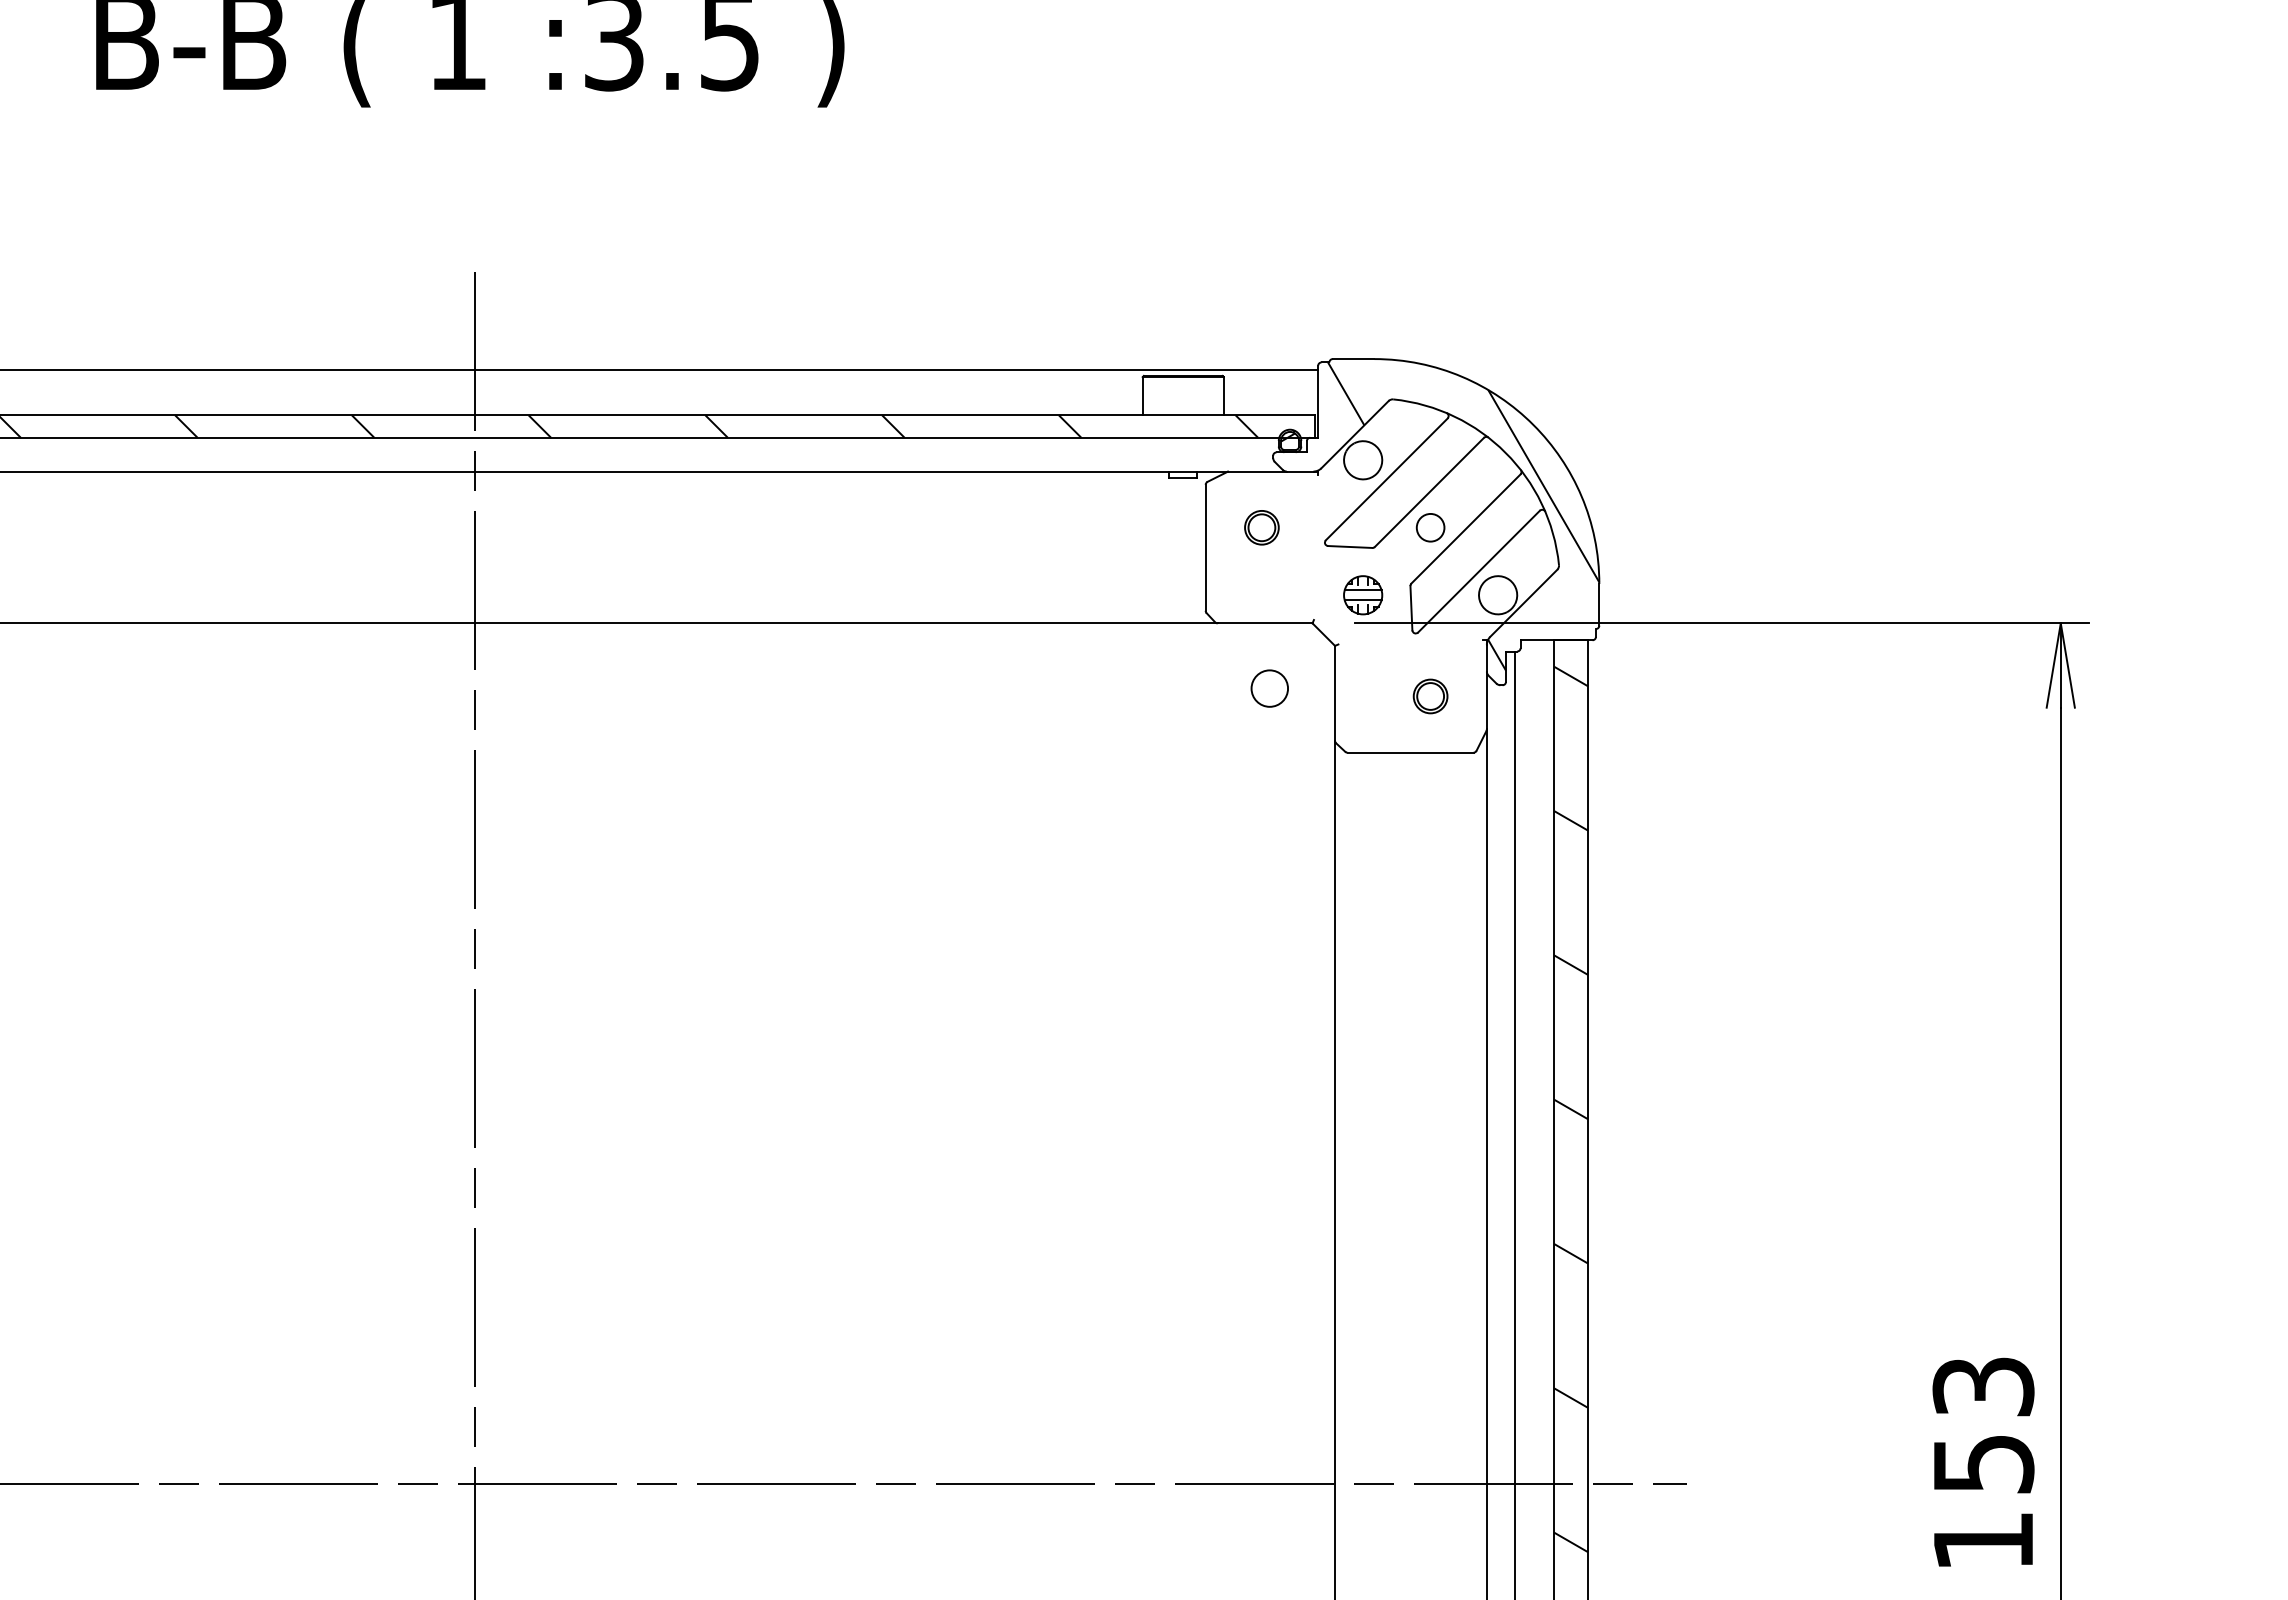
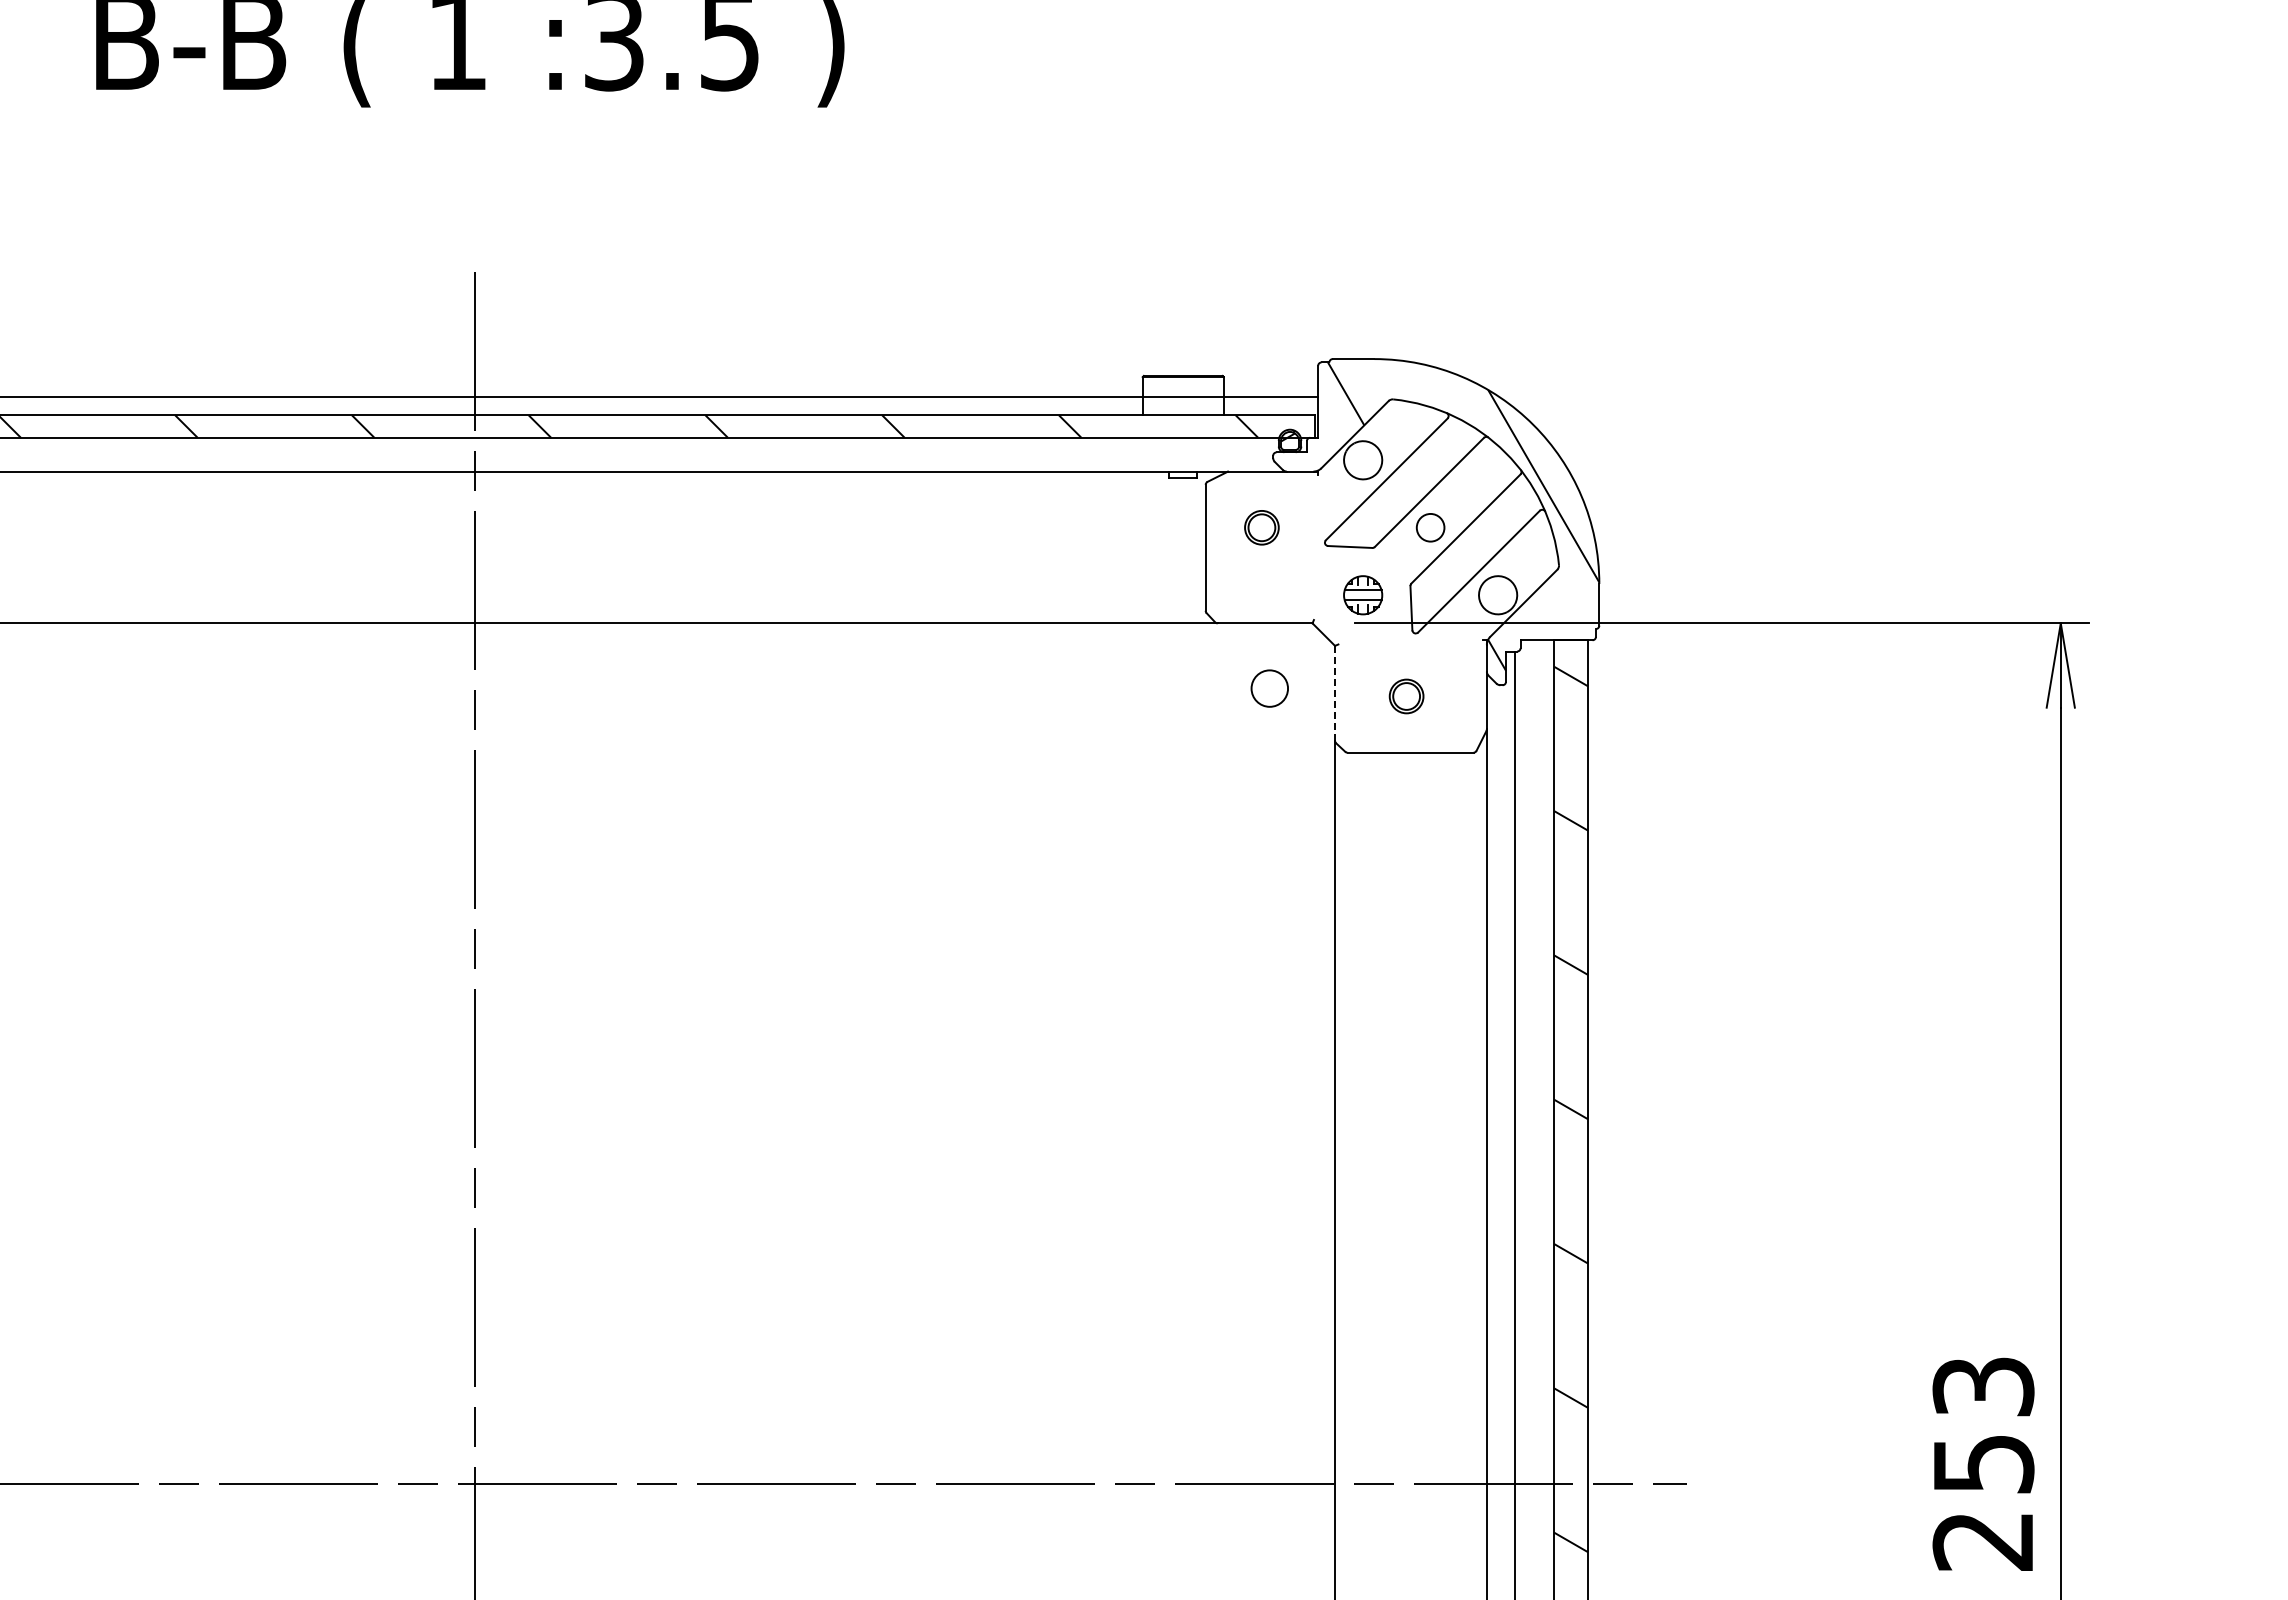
line at (660, 370) position: (660, 370) -> (660, 397)
line at (1335, 693): solid -> dashed
part at (1430, 696) position: (1430, 696) -> (1406, 696)
text at (1982, 1541): 153 -> 253
